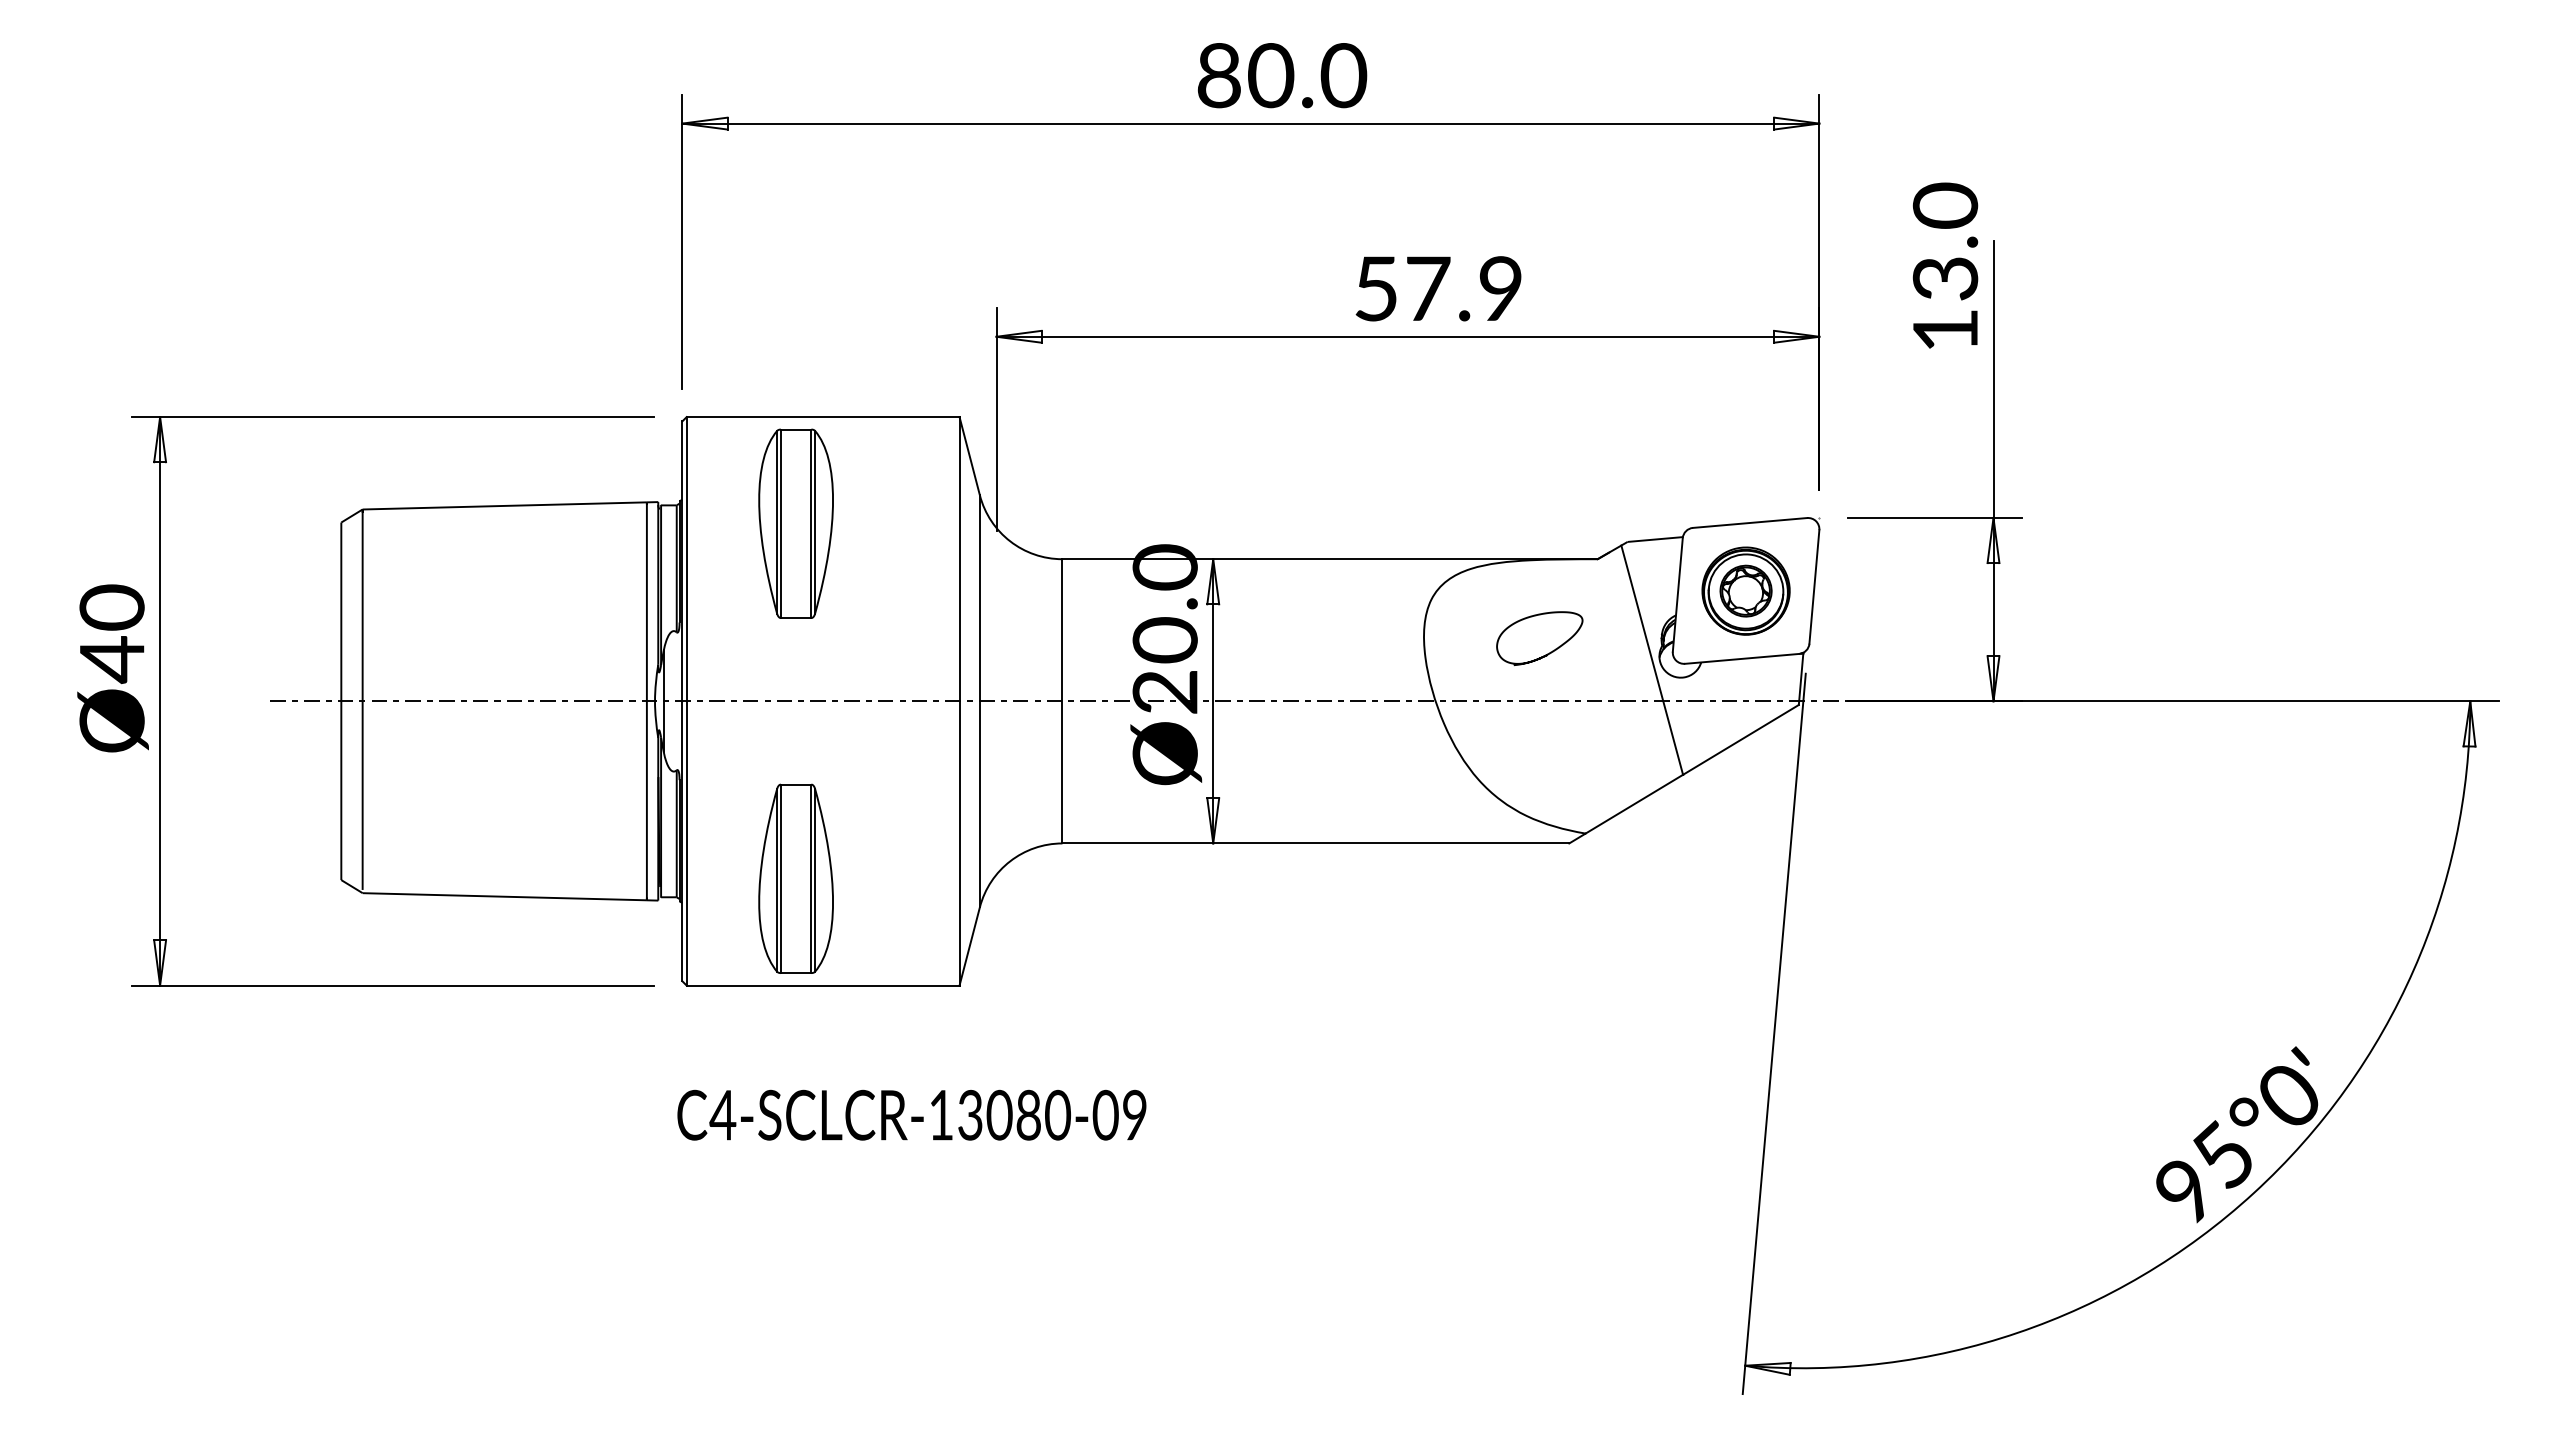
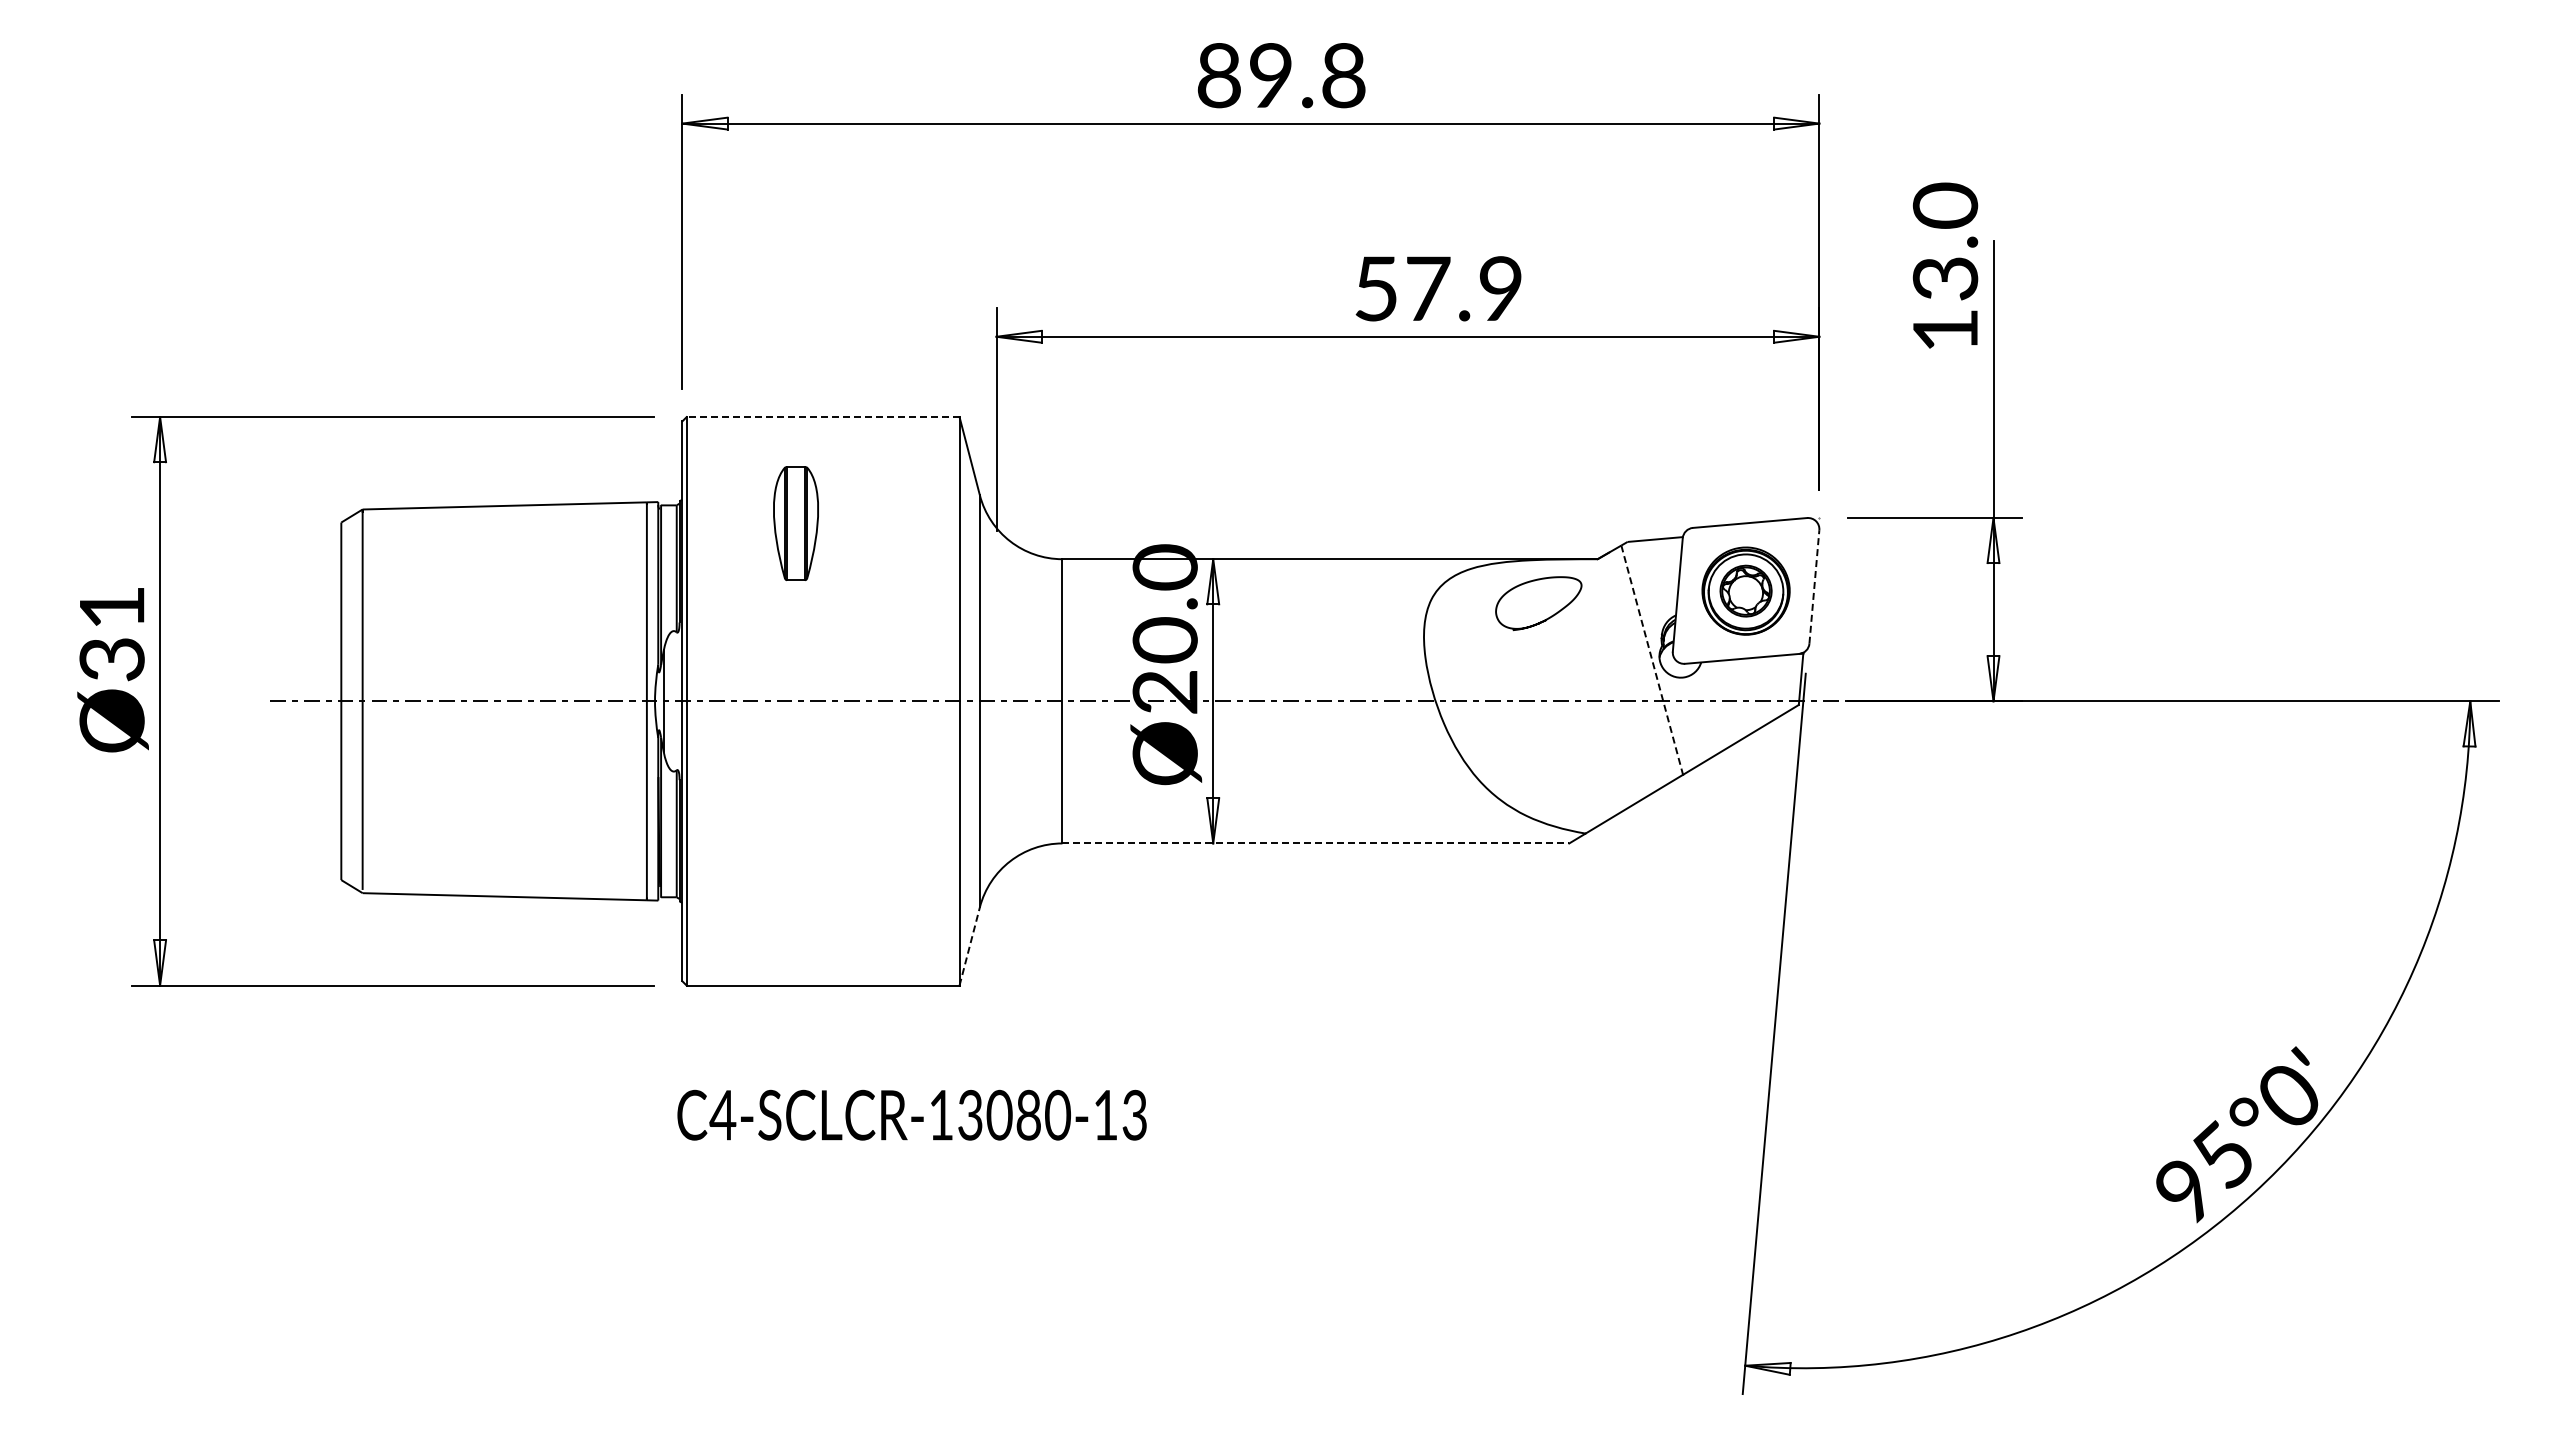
text at (1307, 75): 80.0 -> 89.8
line at (822, 417): solid -> dashed
part at (795, 523) size: 76x191 px -> 46x115 px
line at (1814, 586): solid -> dashed
text at (111, 634): Ø40 -> Ø31
curve at (1547, 653) position: (1547, 653) -> (1546, 618)
line at (1652, 660): solid -> dashed
line at (1316, 843): solid -> dashed
part at (795, 878): present -> none
line at (969, 945): solid -> dashed
text at (1119, 1114): C4-SCLCR-13080-09 -> C4-SCLCR-13080-13
